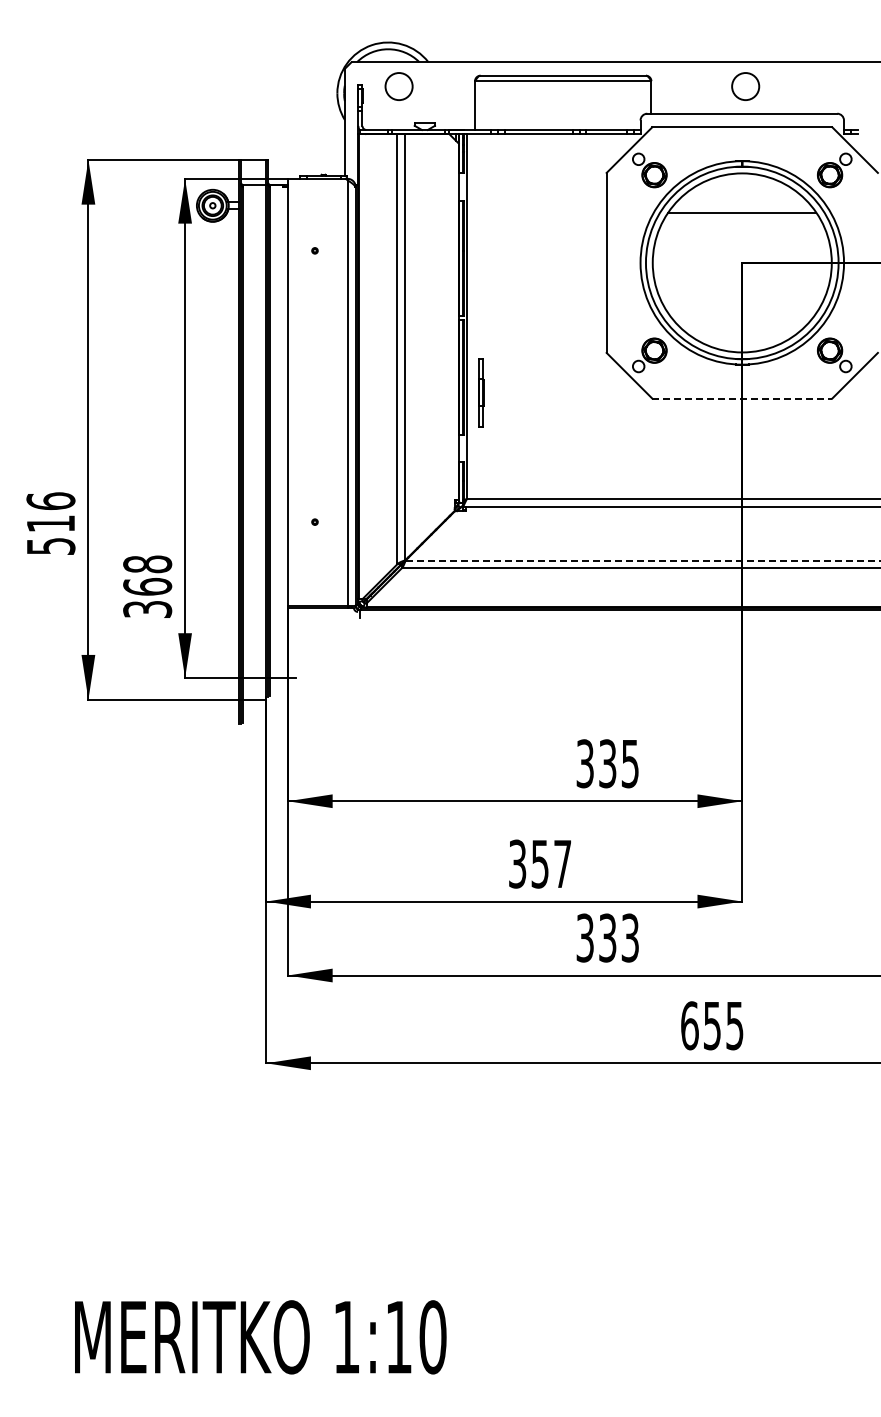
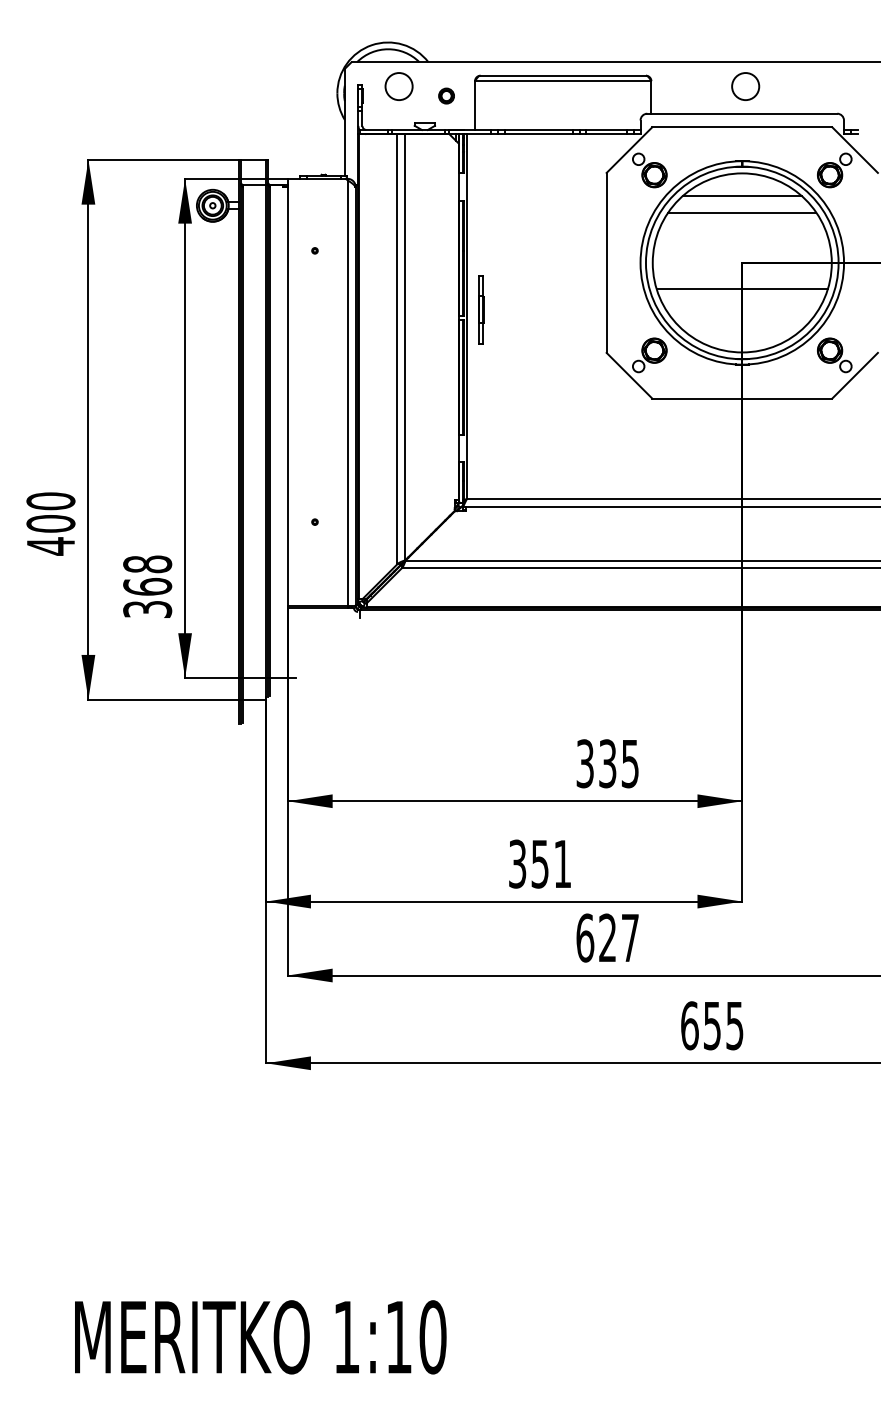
part at (446, 95): none -> present
line at (742, 196): none -> present
line at (742, 288): none -> present
part at (481, 392) position: (481, 392) -> (481, 309)
line at (742, 398): dashed -> solid
text at (50, 523): 516 -> 400
line at (643, 560): dashed -> solid
text at (562, 863): 357 -> 351
text at (607, 937): 333 -> 627
